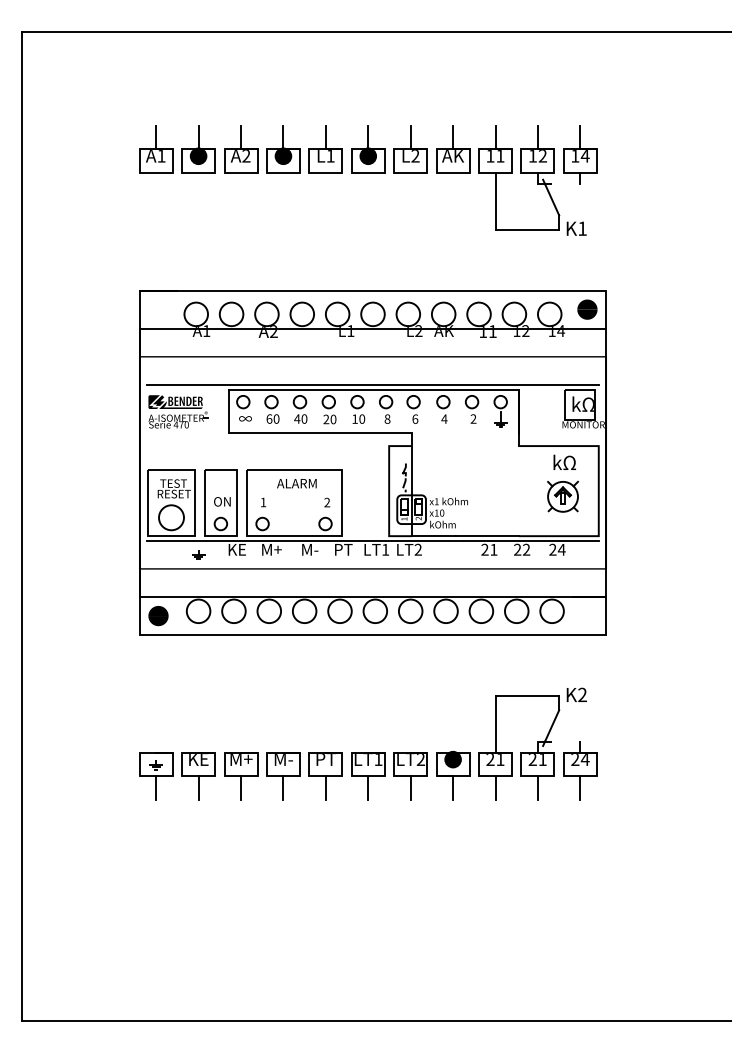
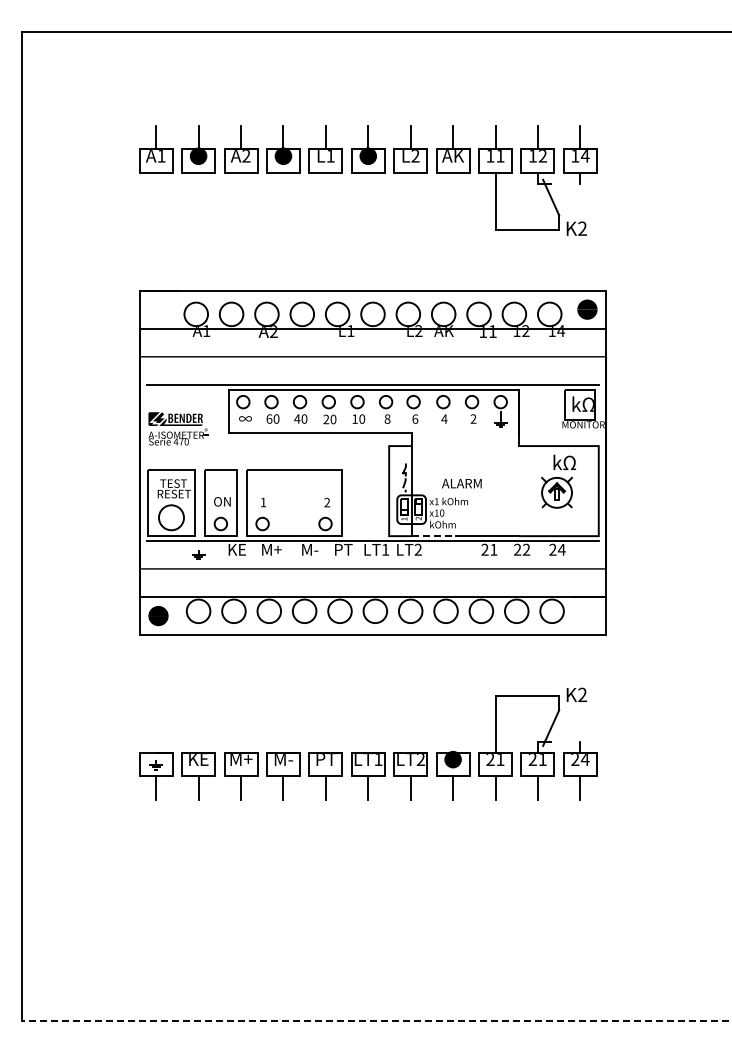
text at (582, 228): K1 -> K2
part at (178, 411) position: (178, 411) -> (178, 428)
text at (296, 483) position: (296, 483) -> (461, 483)
part at (562, 496) position: (562, 496) -> (556, 492)
line at (434, 536): solid -> dashed
line at (376, 1021): solid -> dashed
